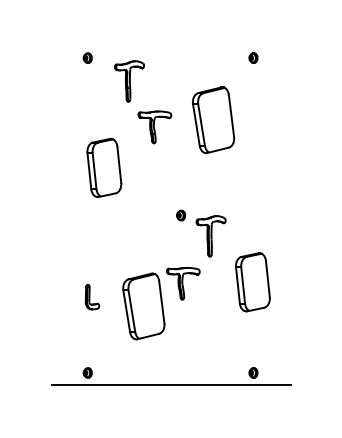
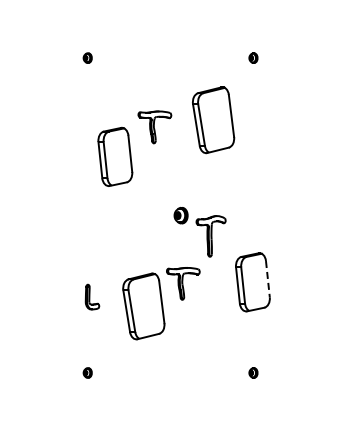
part at (129, 81): present -> none
part at (104, 167) position: (104, 167) -> (115, 156)
part at (180, 215) size: 10x13 px -> 16x18 px
line at (267, 279): solid -> dashed
line at (170, 385): present -> none
